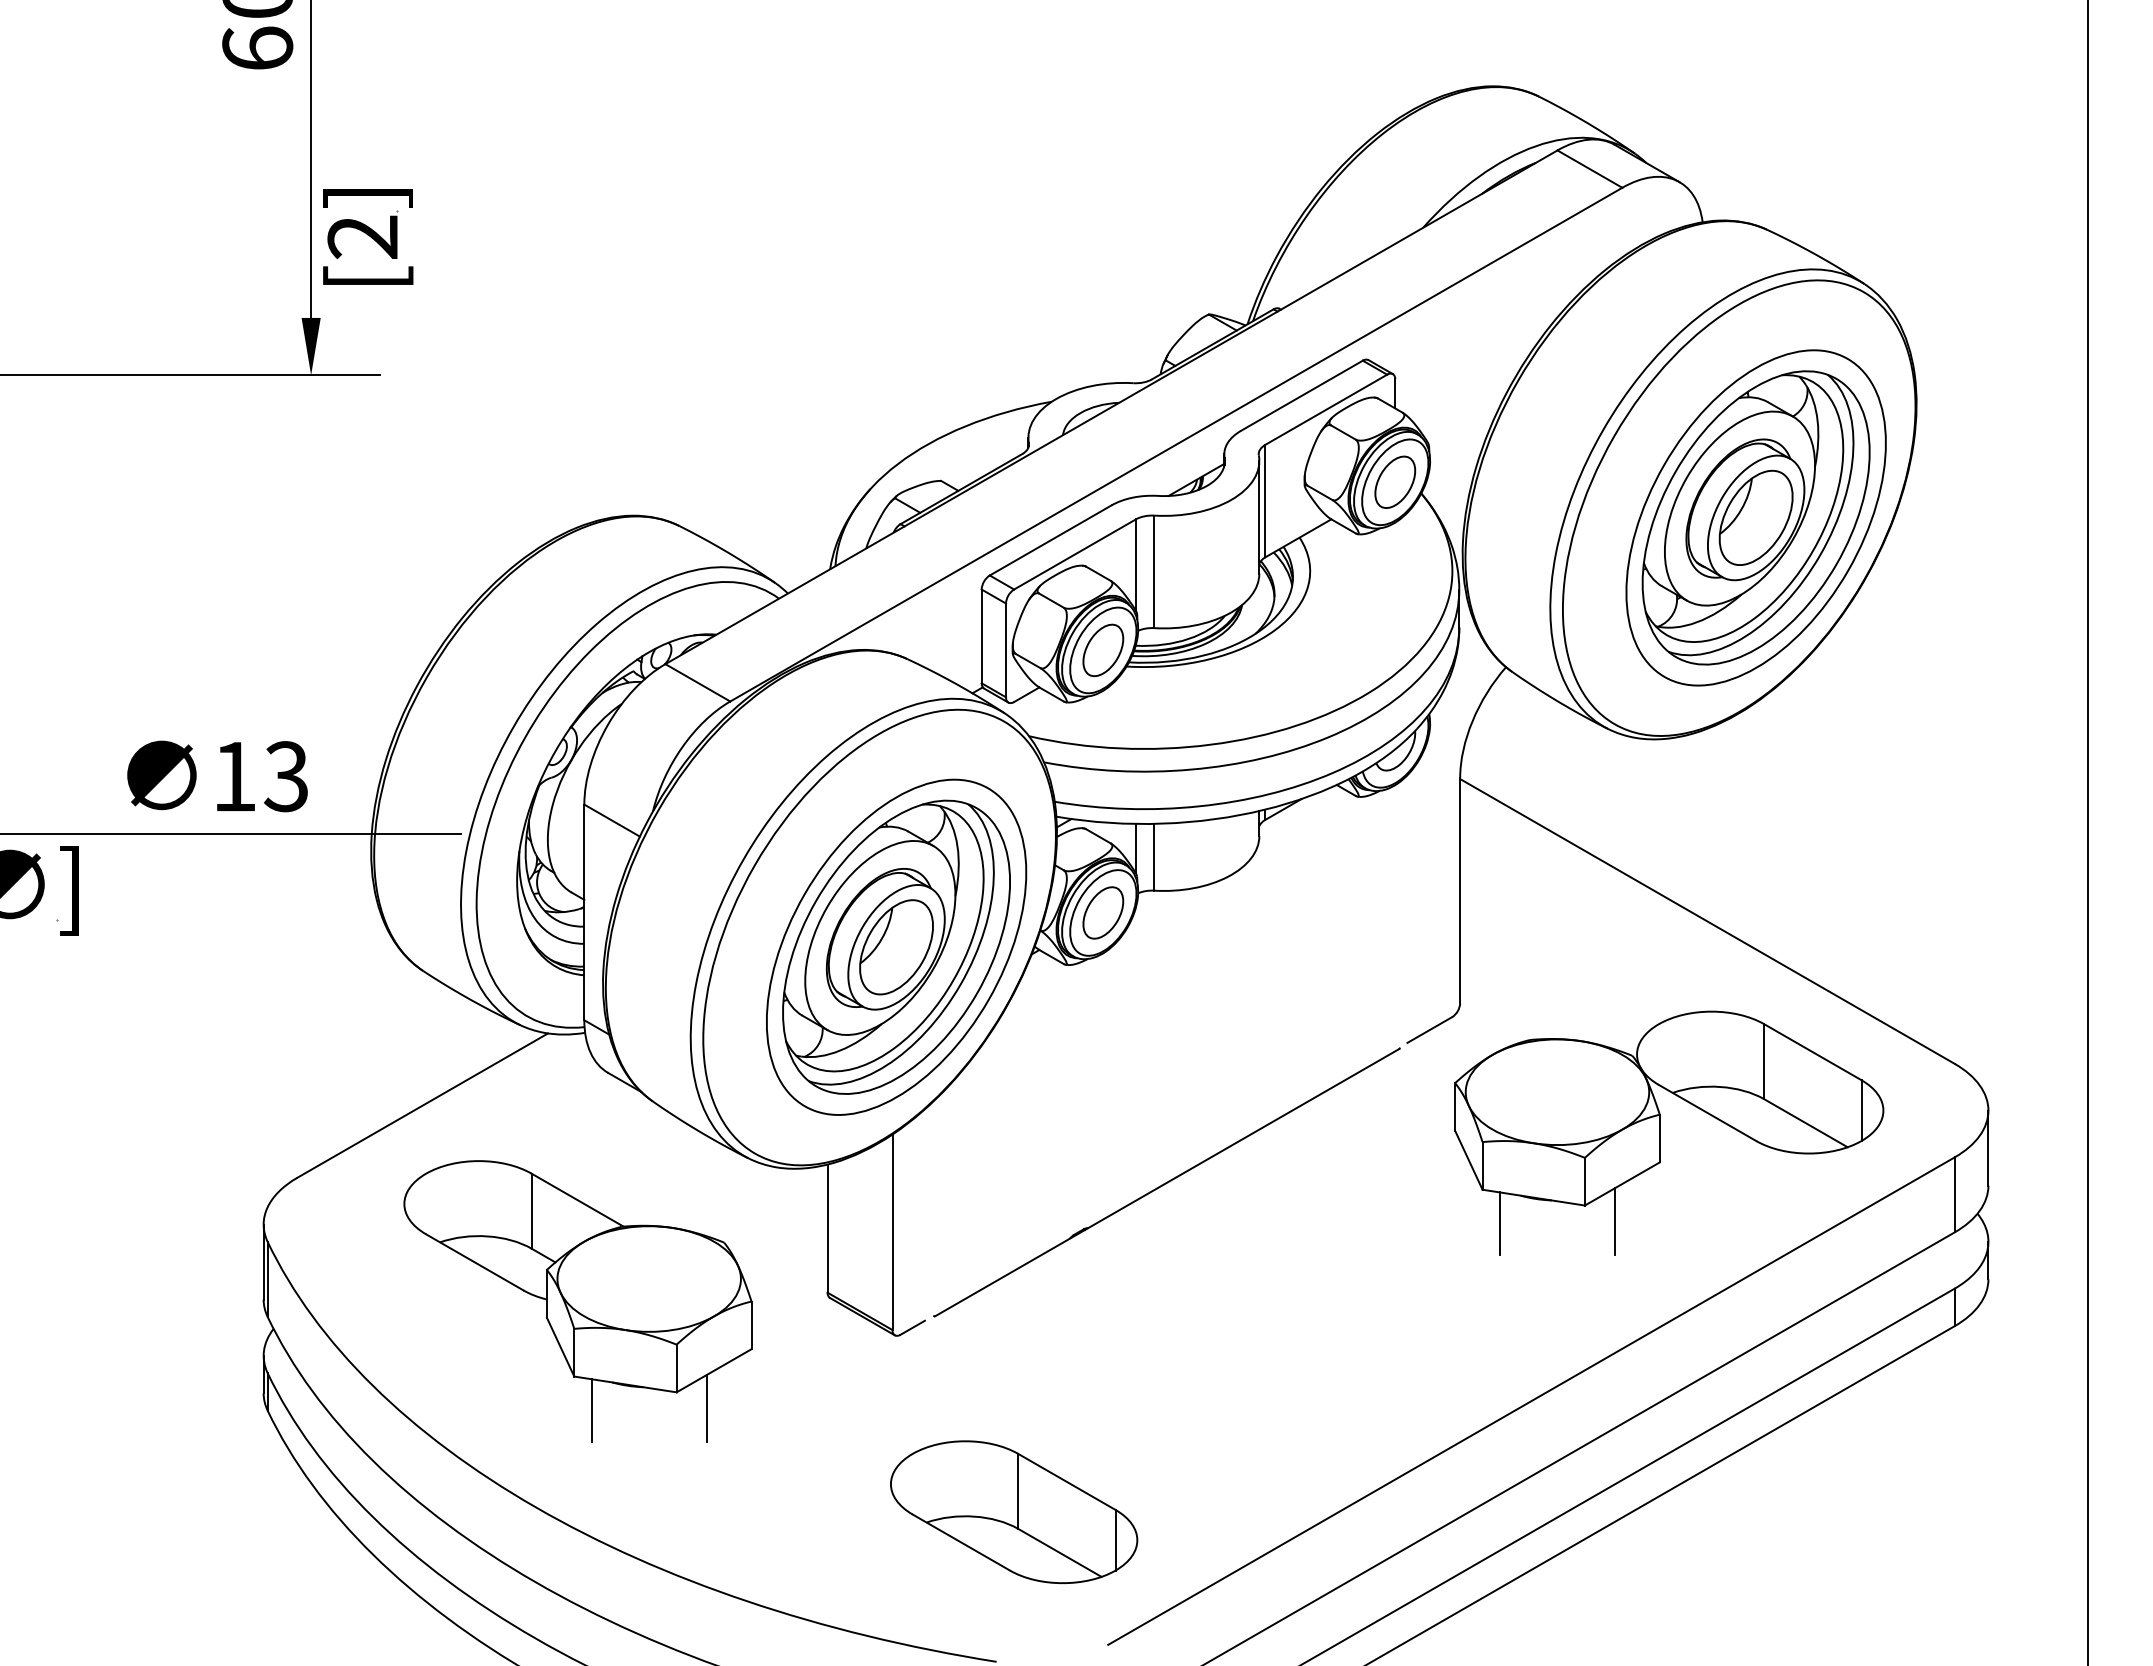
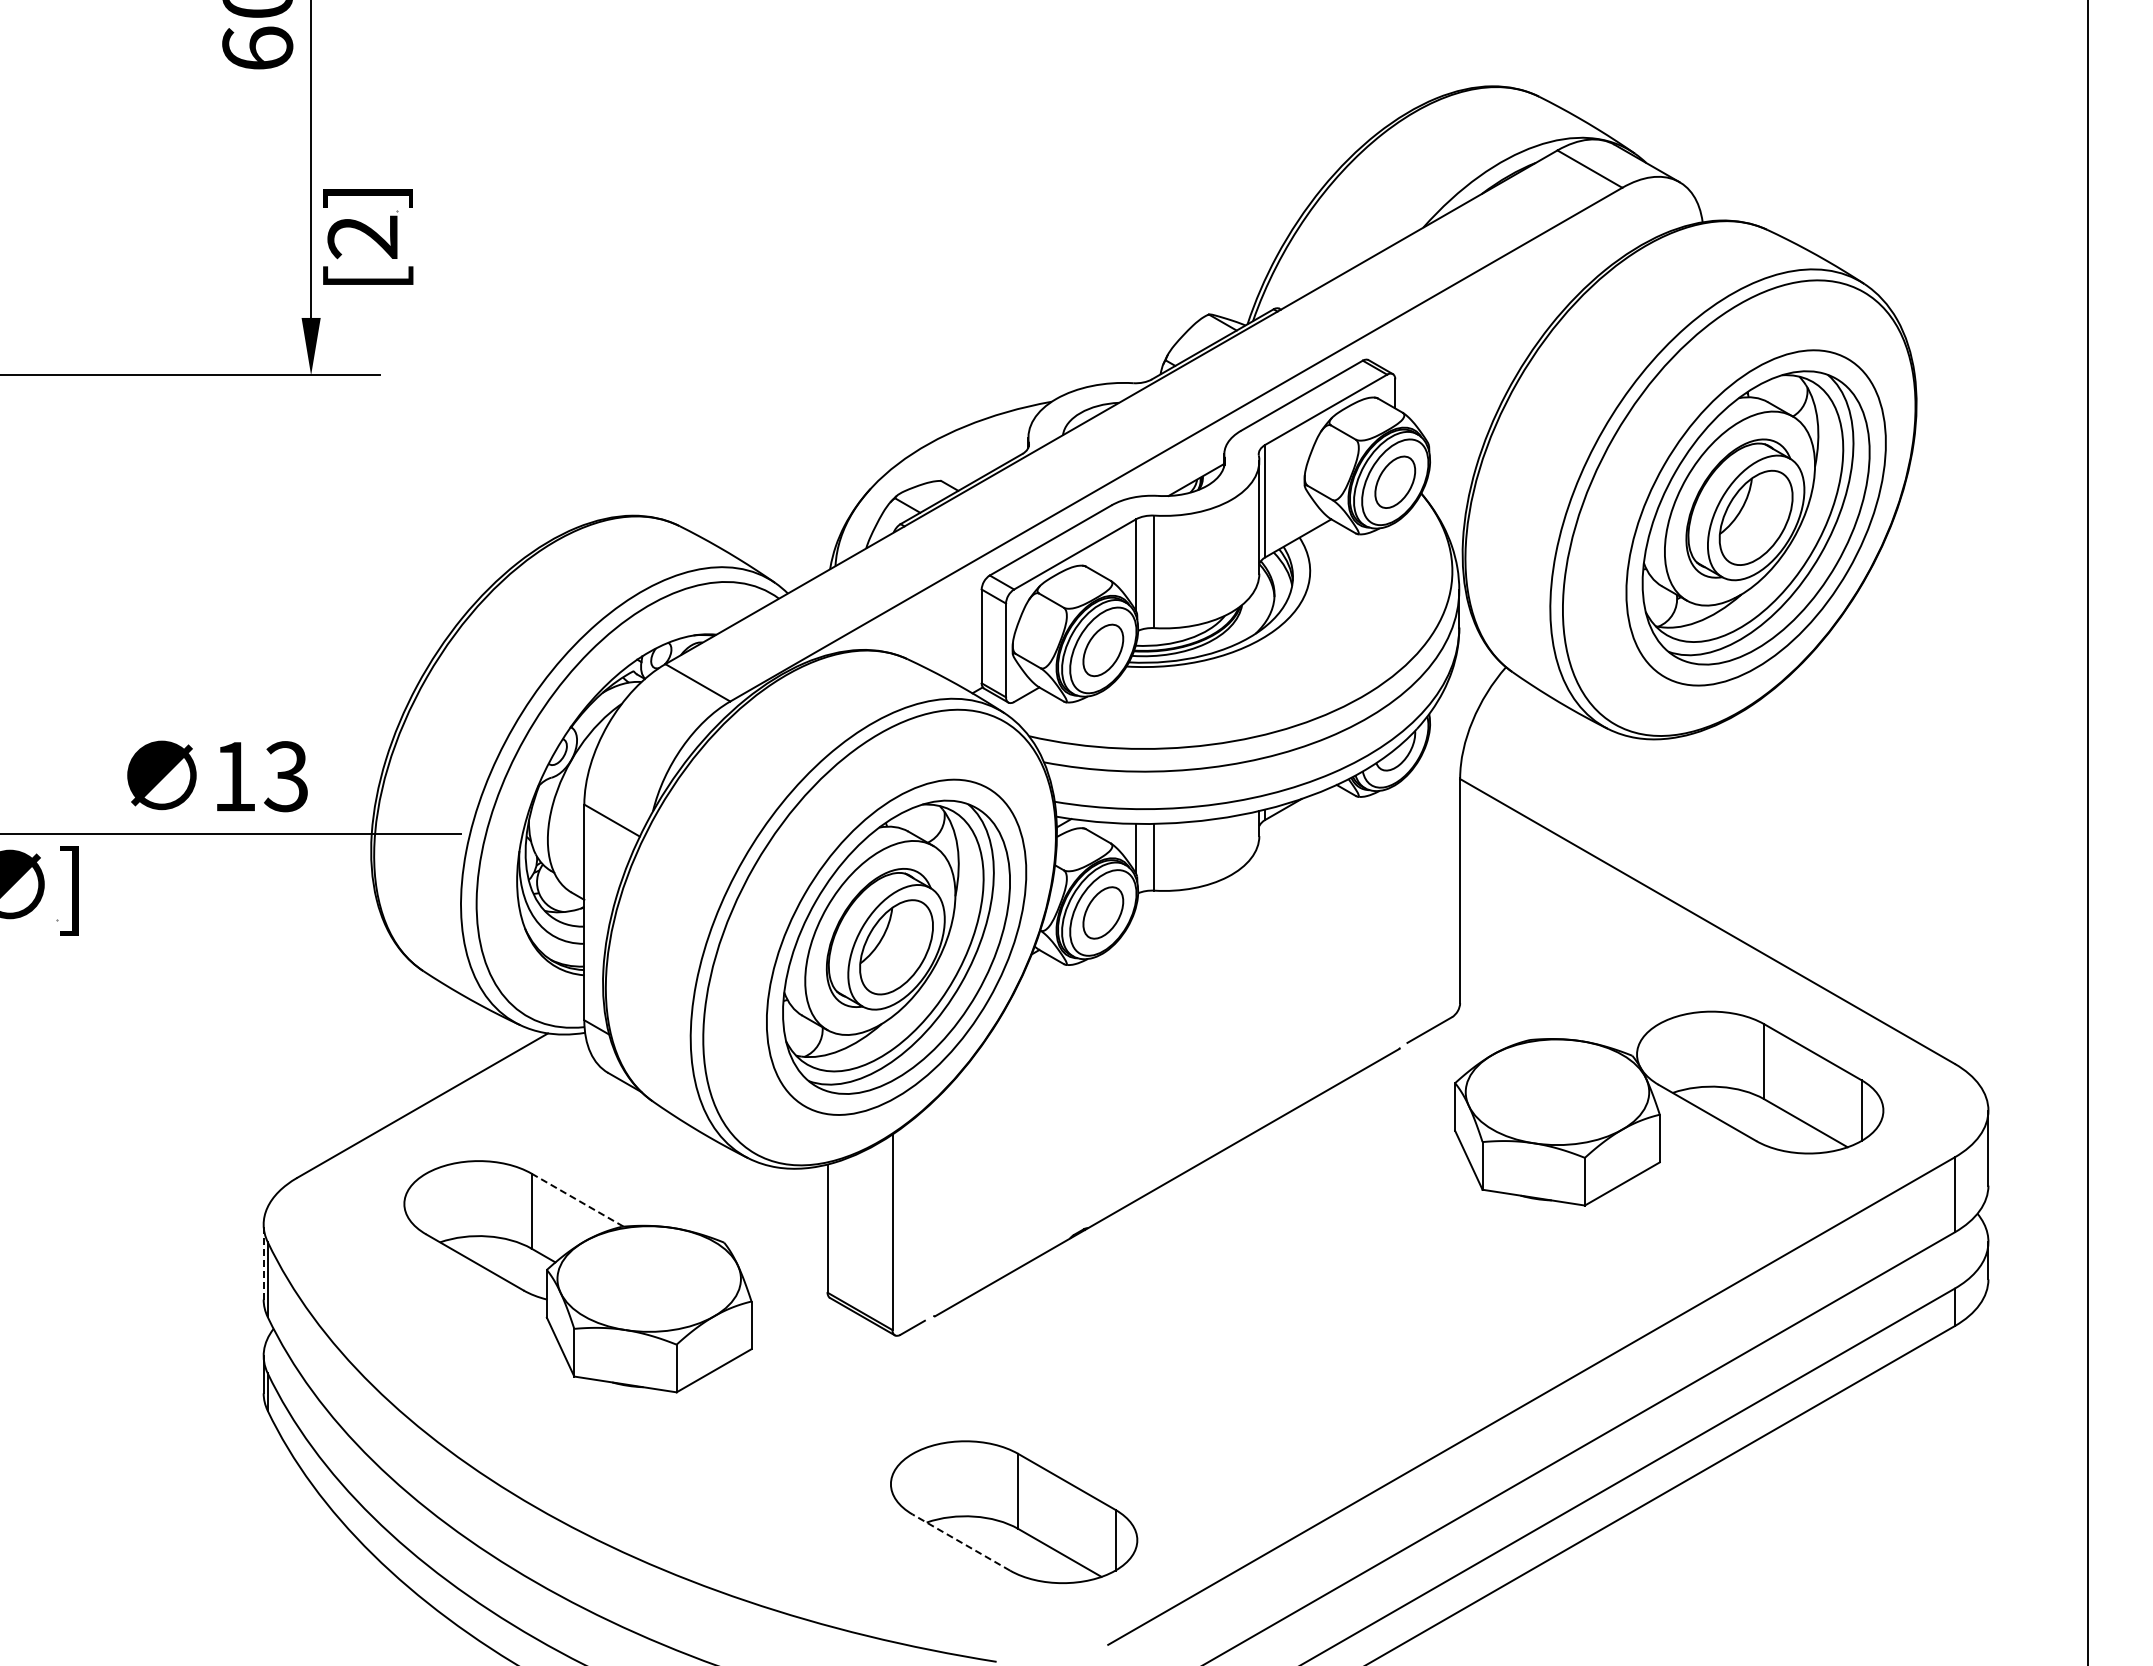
line at (578, 1200): solid -> dashed
line at (1614, 1221): present -> none
line at (1500, 1223): present -> none
line at (263, 1262): solid -> dashed
line at (706, 1408): present -> none
line at (591, 1410): present -> none
line at (961, 1542): solid -> dashed
